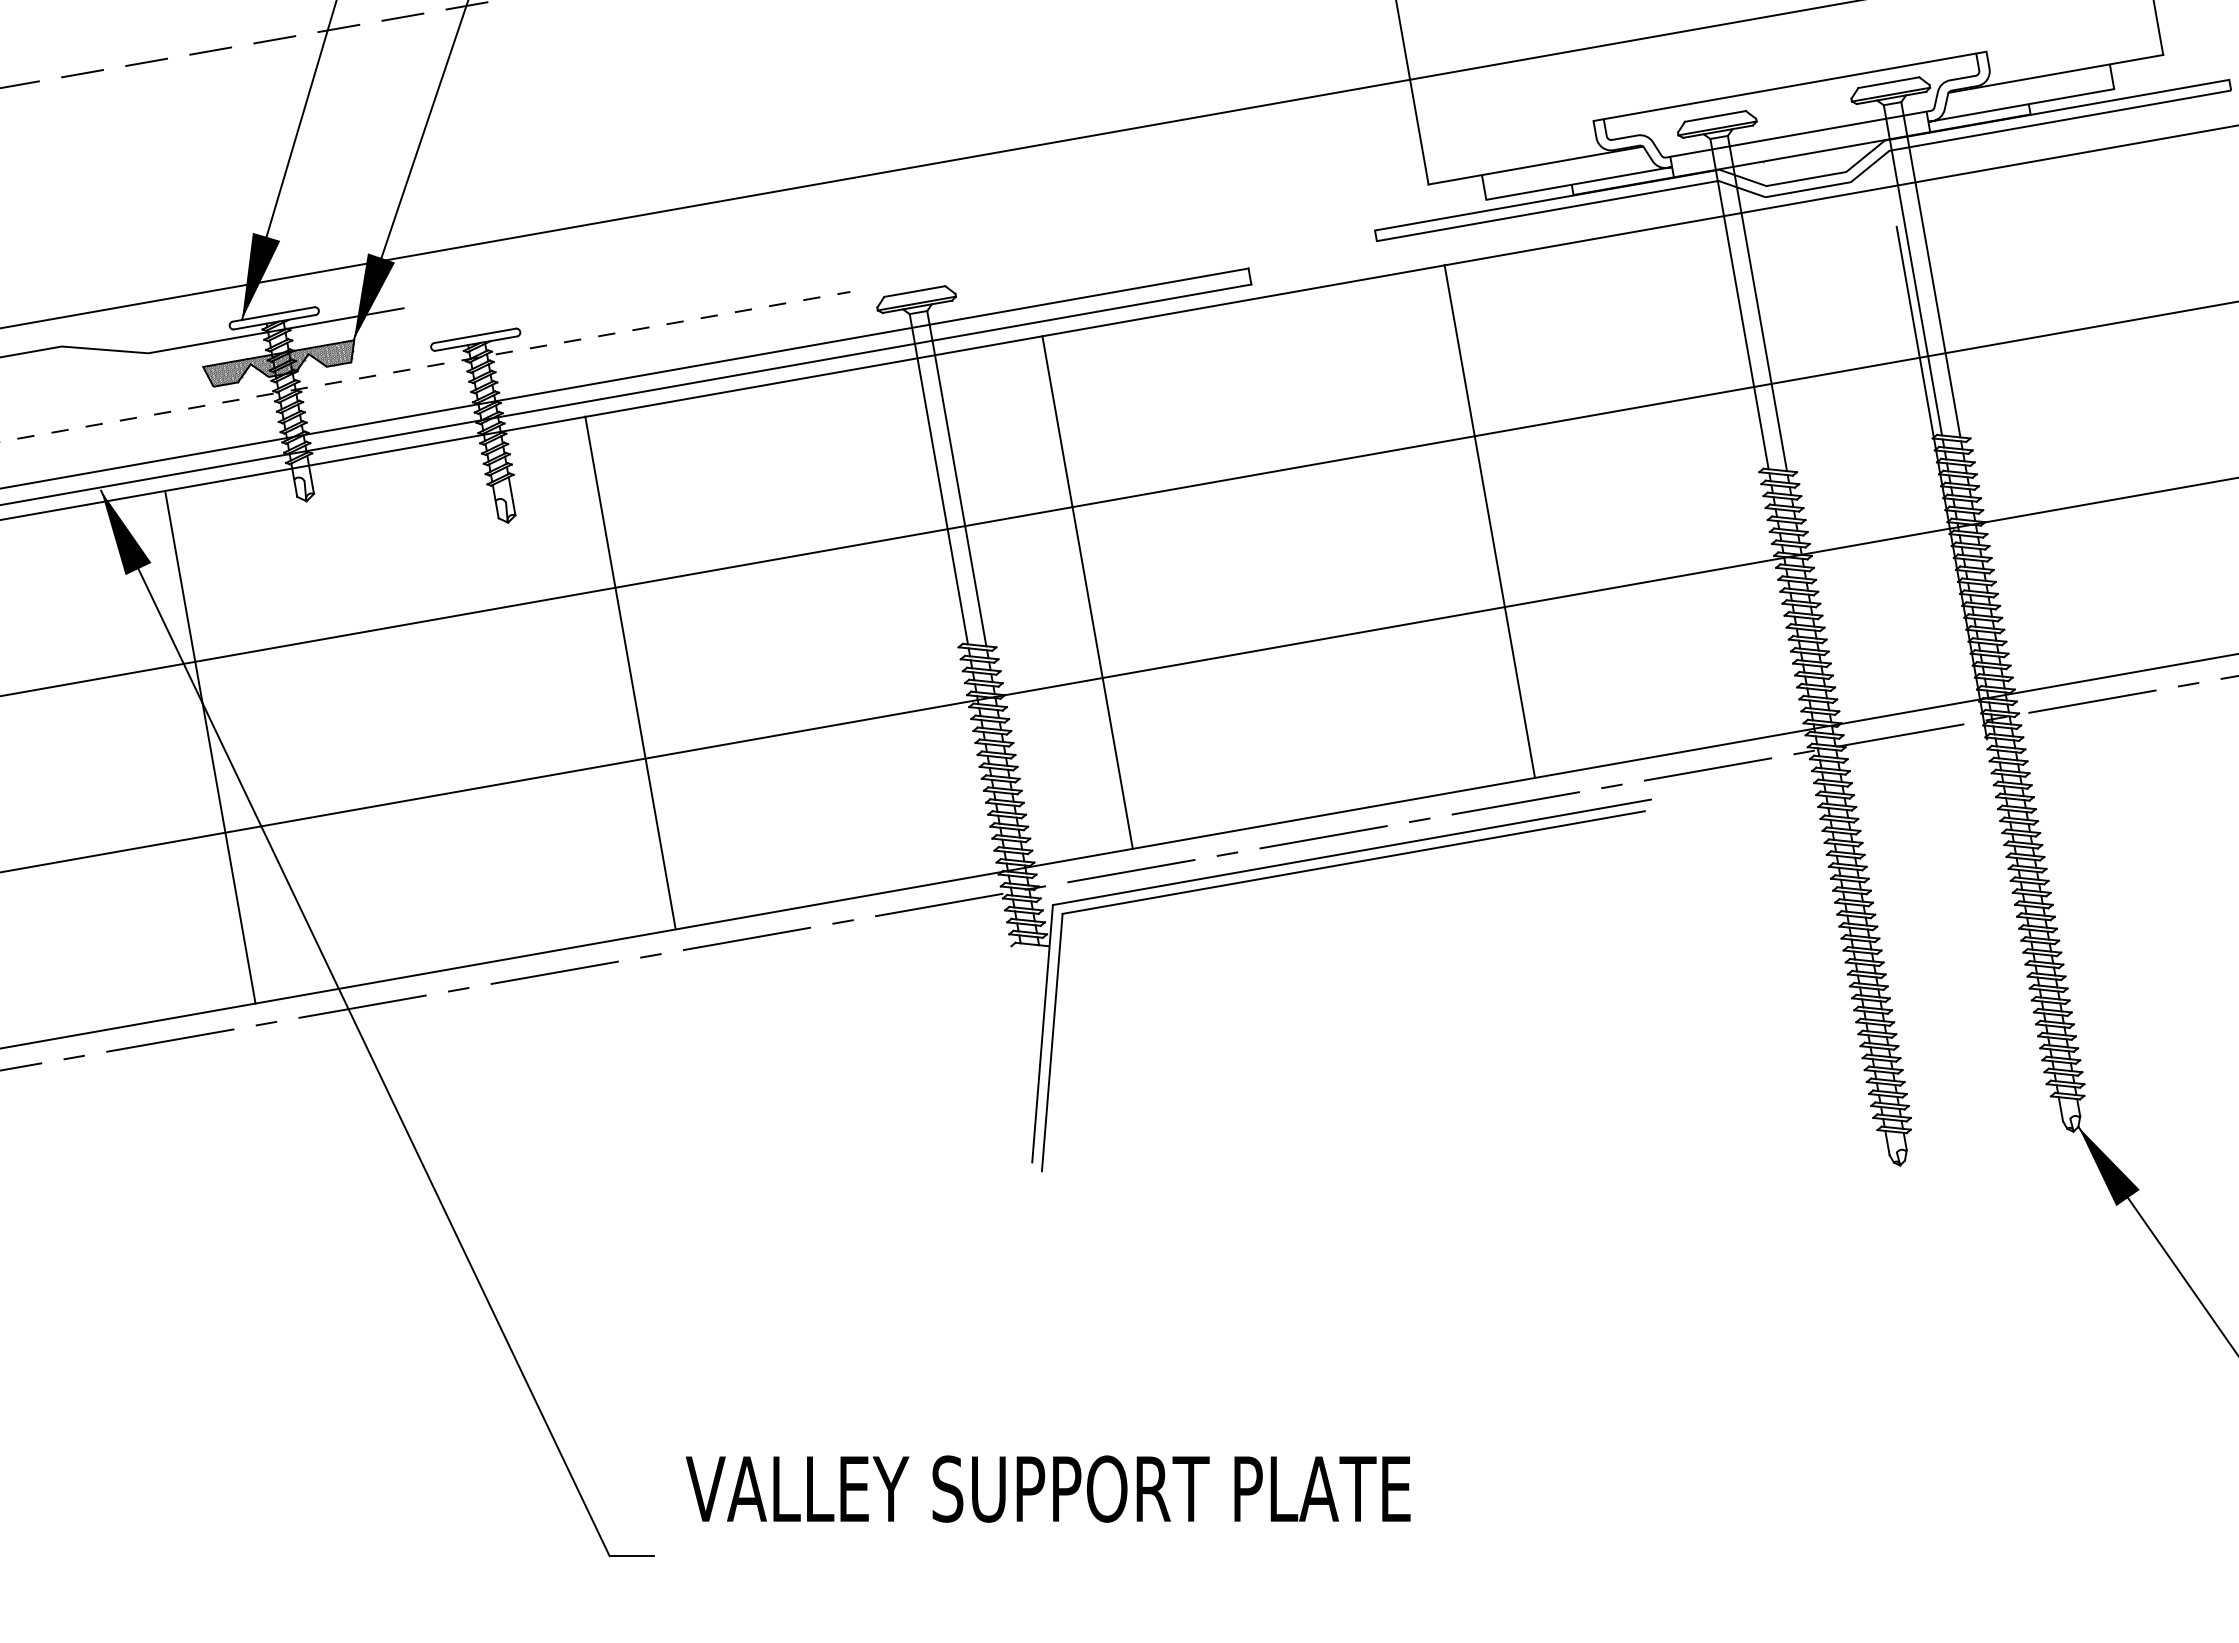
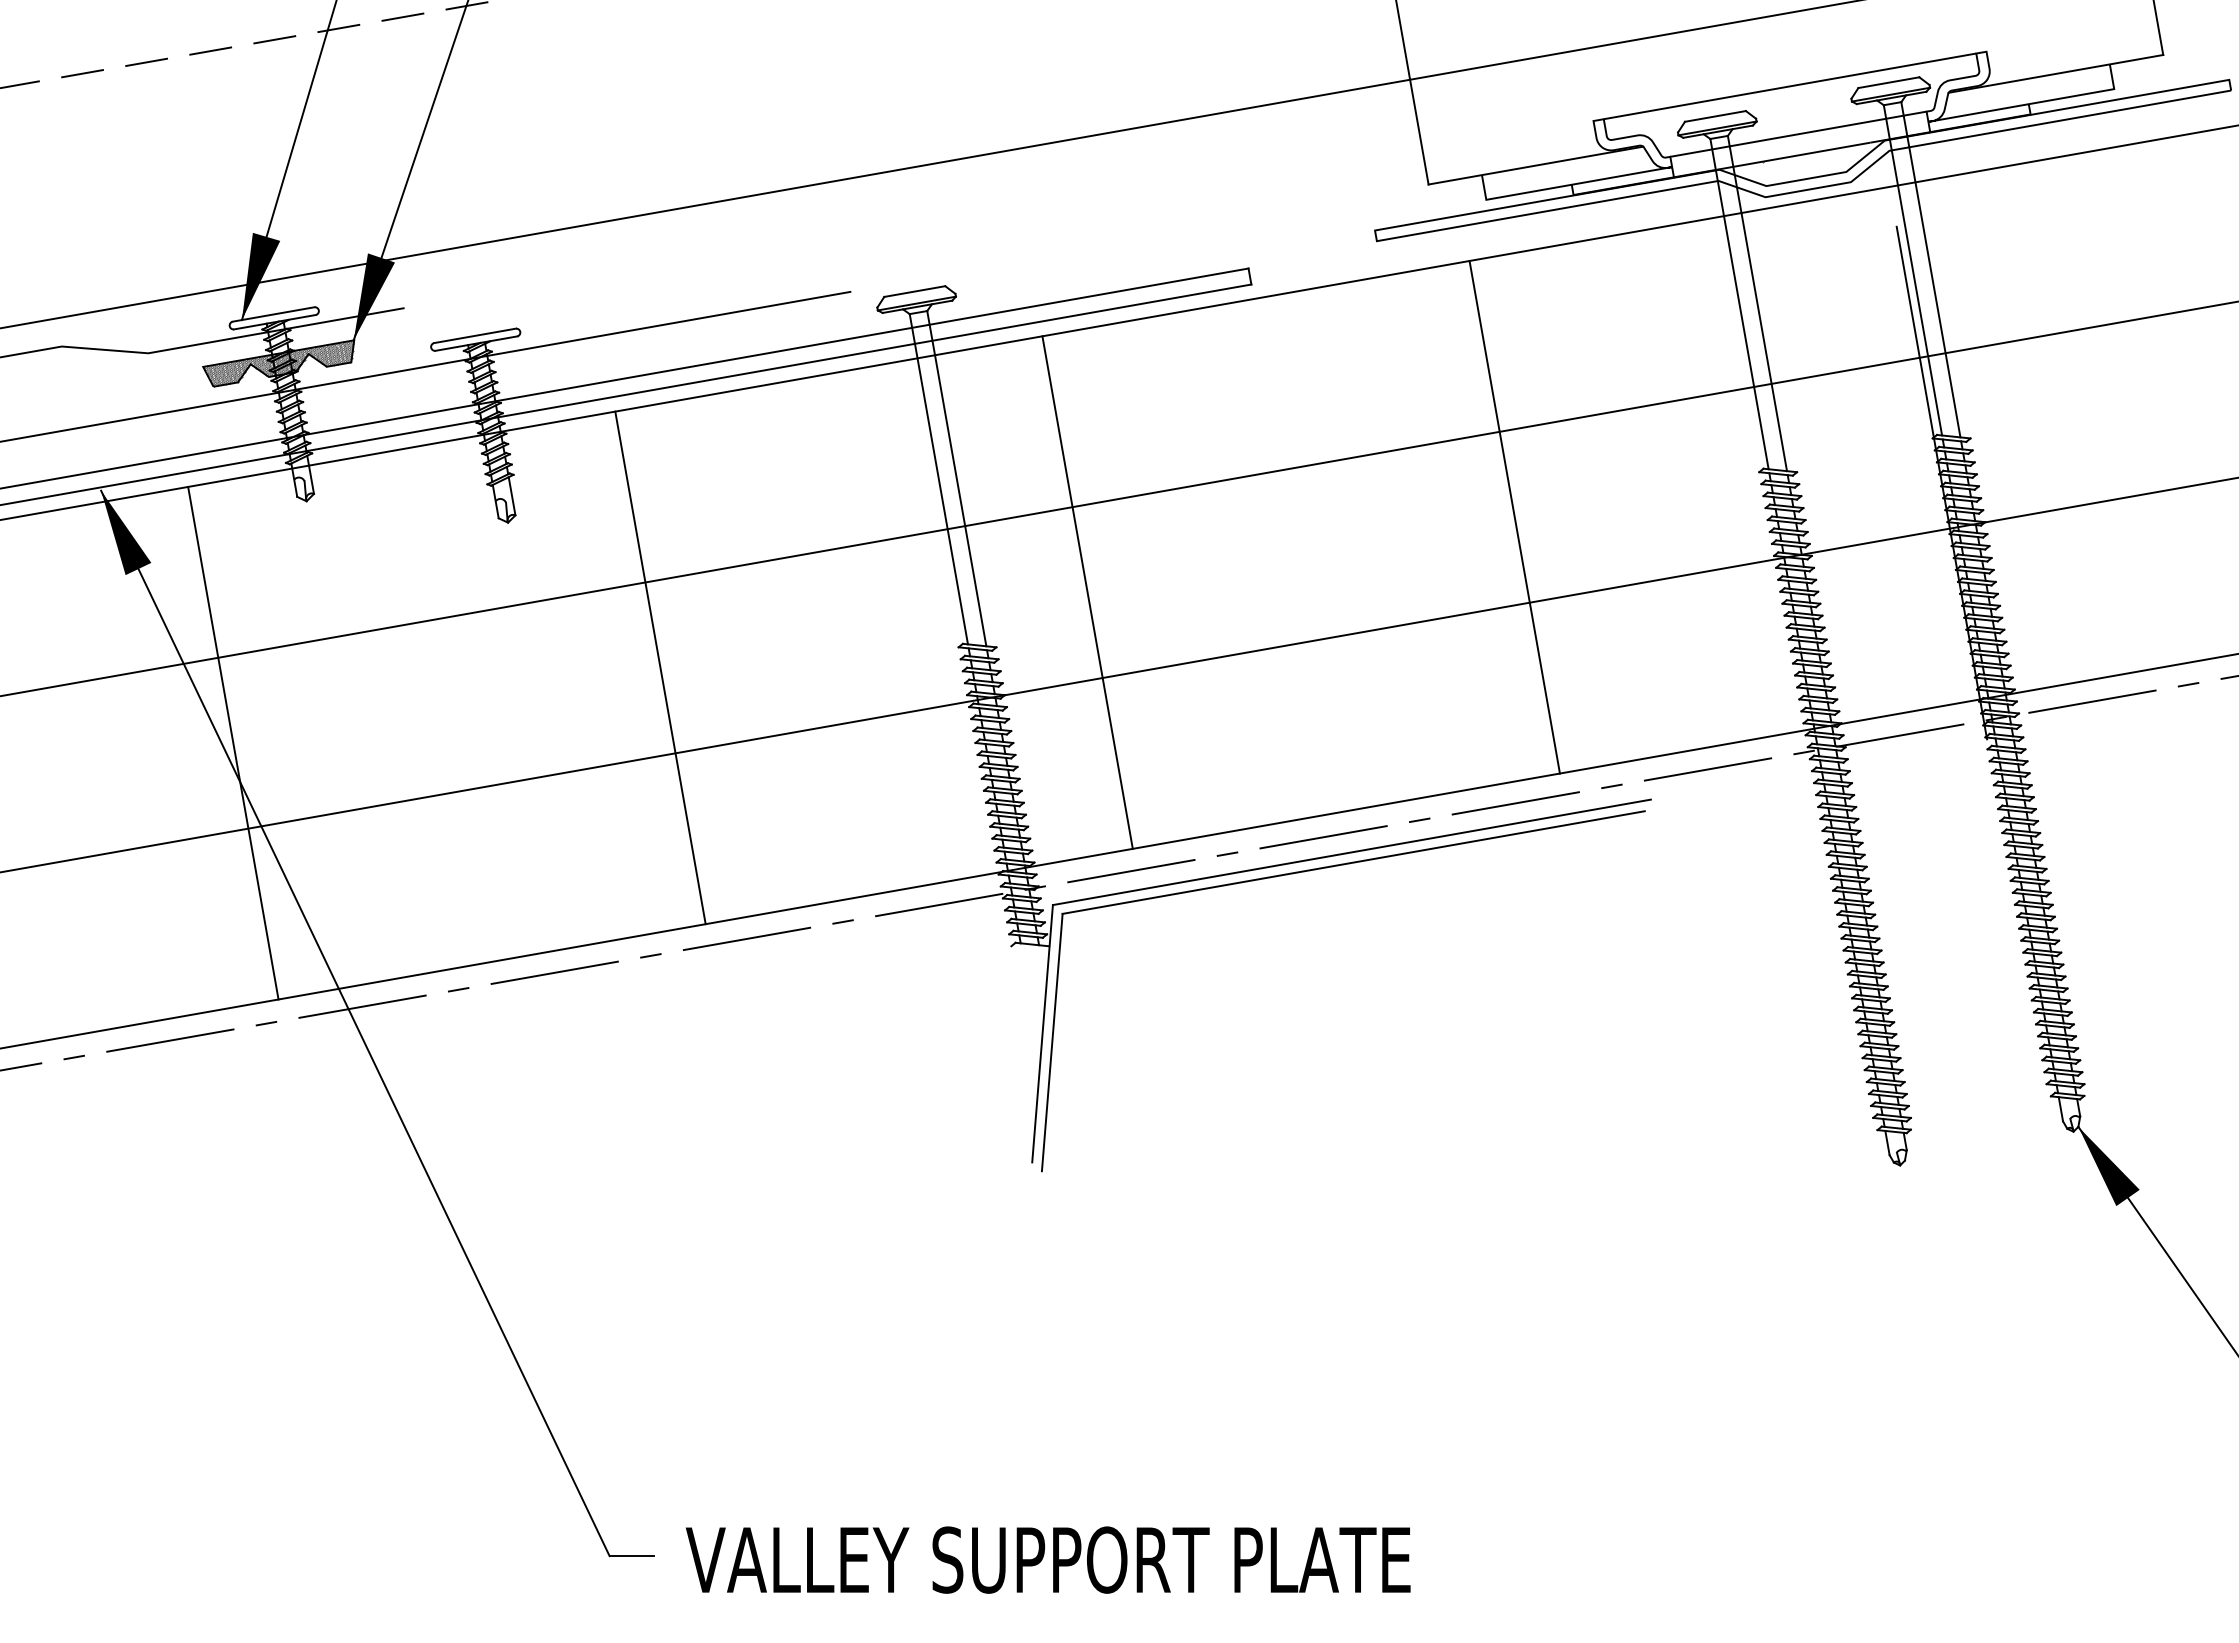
line at (426, 366): dashed -> solid
line at (1489, 520) position: (1489, 520) -> (1514, 516)
line at (630, 672) position: (630, 672) -> (660, 667)
line at (210, 746) position: (210, 746) -> (233, 742)
text at (1048, 1488) position: (1048, 1488) -> (1048, 1559)
